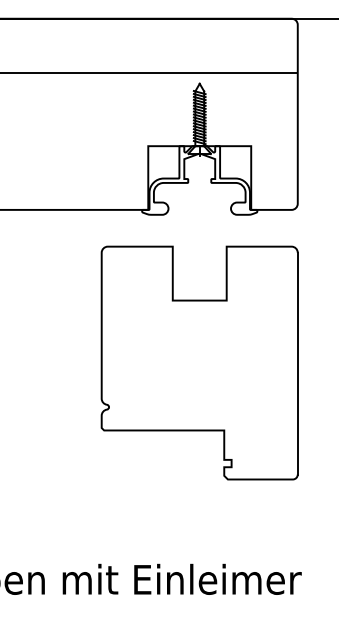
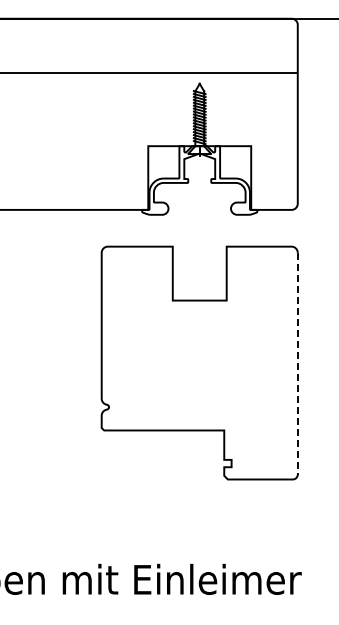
line at (297, 363): solid -> dashed
